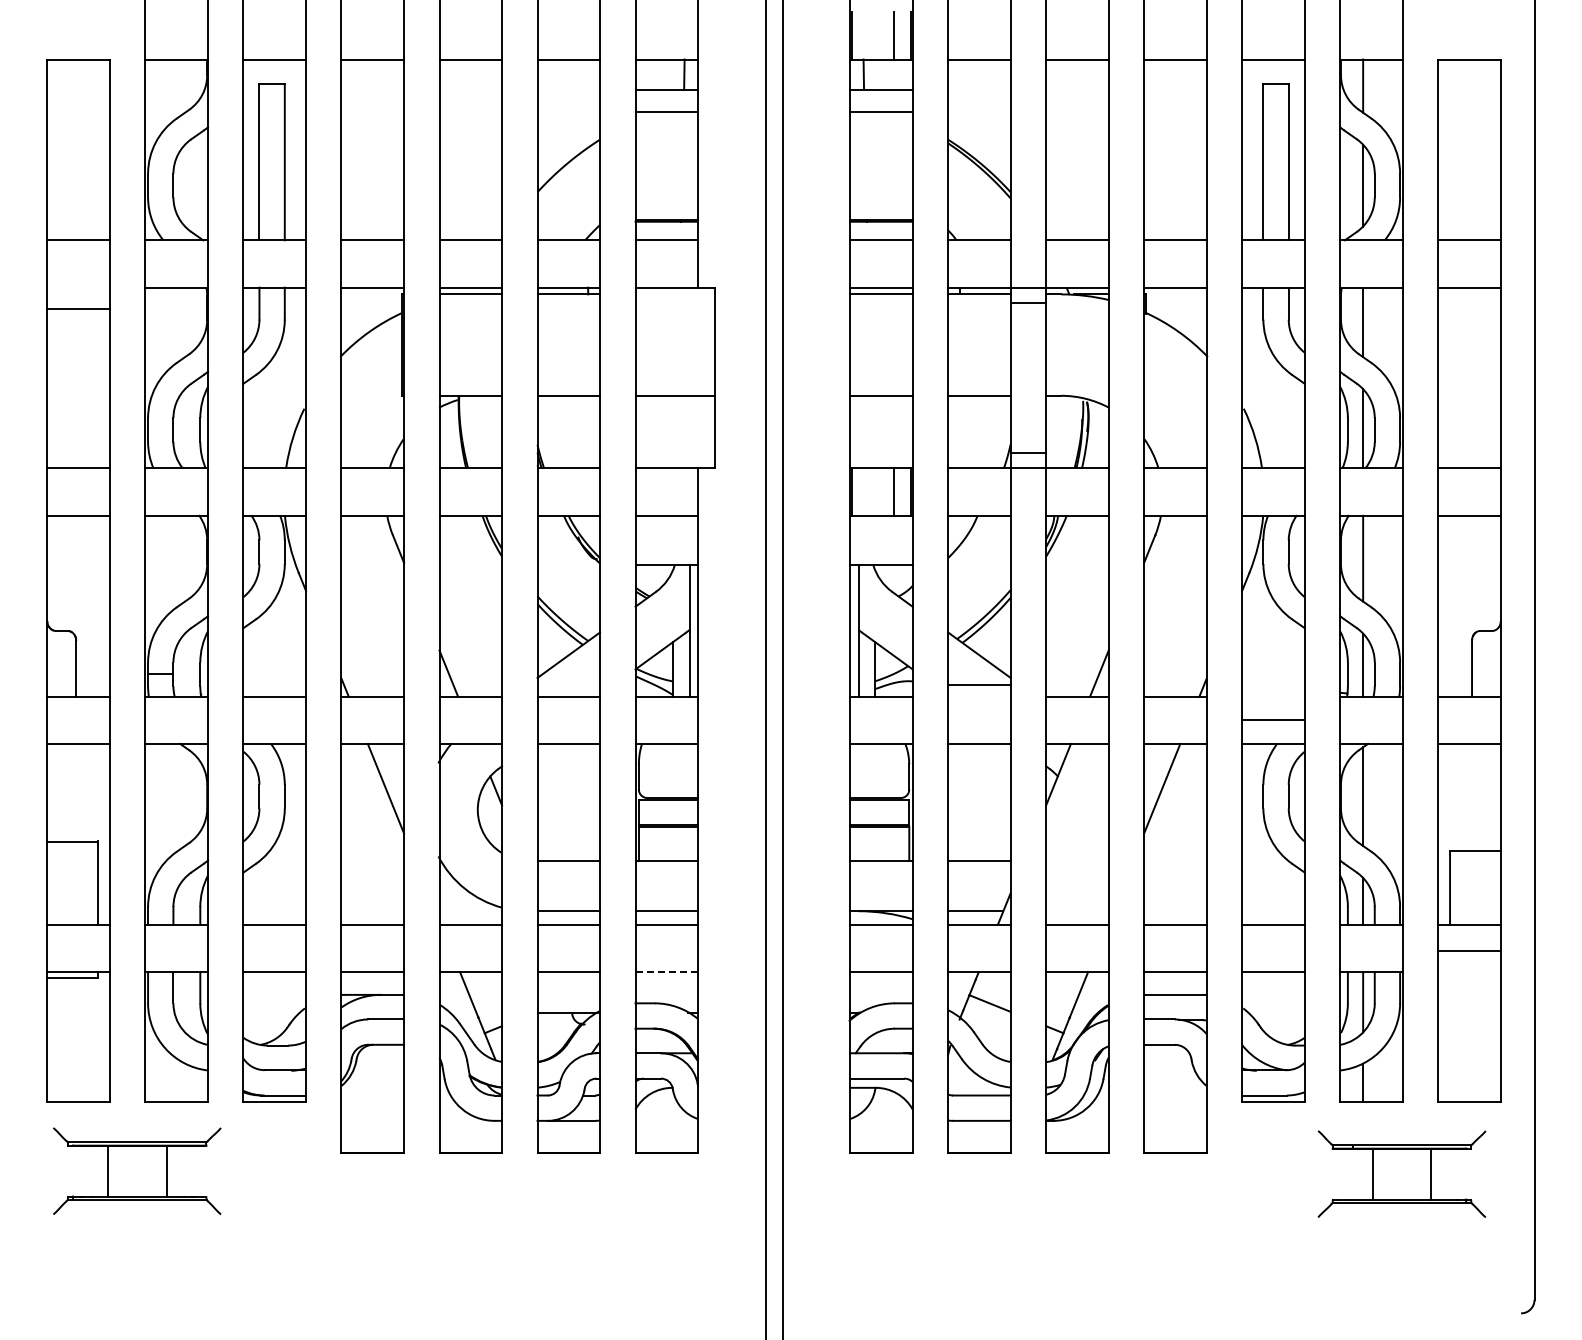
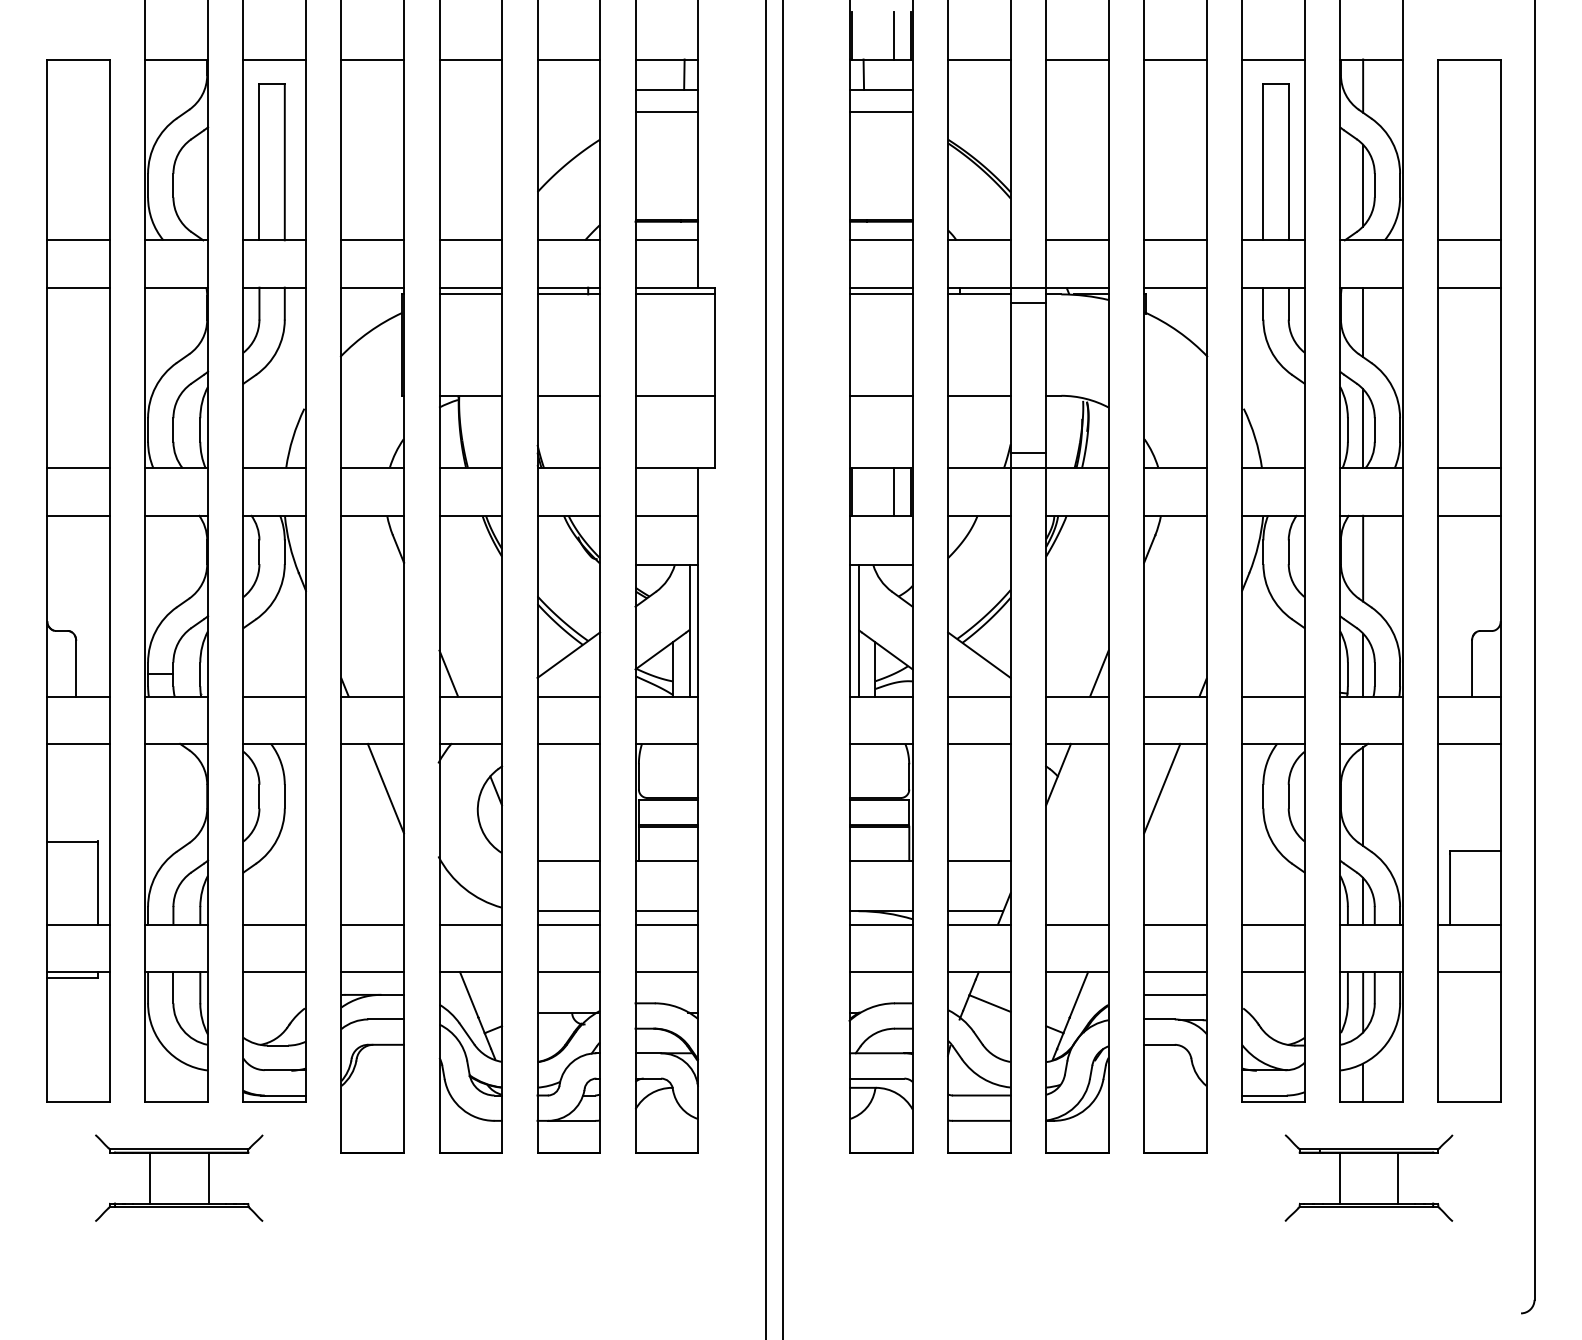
line at (674, 294): none -> present
line at (78, 308) position: (78, 308) -> (78, 287)
line at (979, 684) position: (979, 684) -> (979, 696)
line at (1273, 719) position: (1273, 719) -> (1273, 696)
line at (1469, 951) position: (1469, 951) -> (1469, 972)
line at (667, 972): dashed -> solid
part at (137, 1170) position: (137, 1170) -> (179, 1177)
part at (1401, 1173) position: (1401, 1173) -> (1368, 1177)
